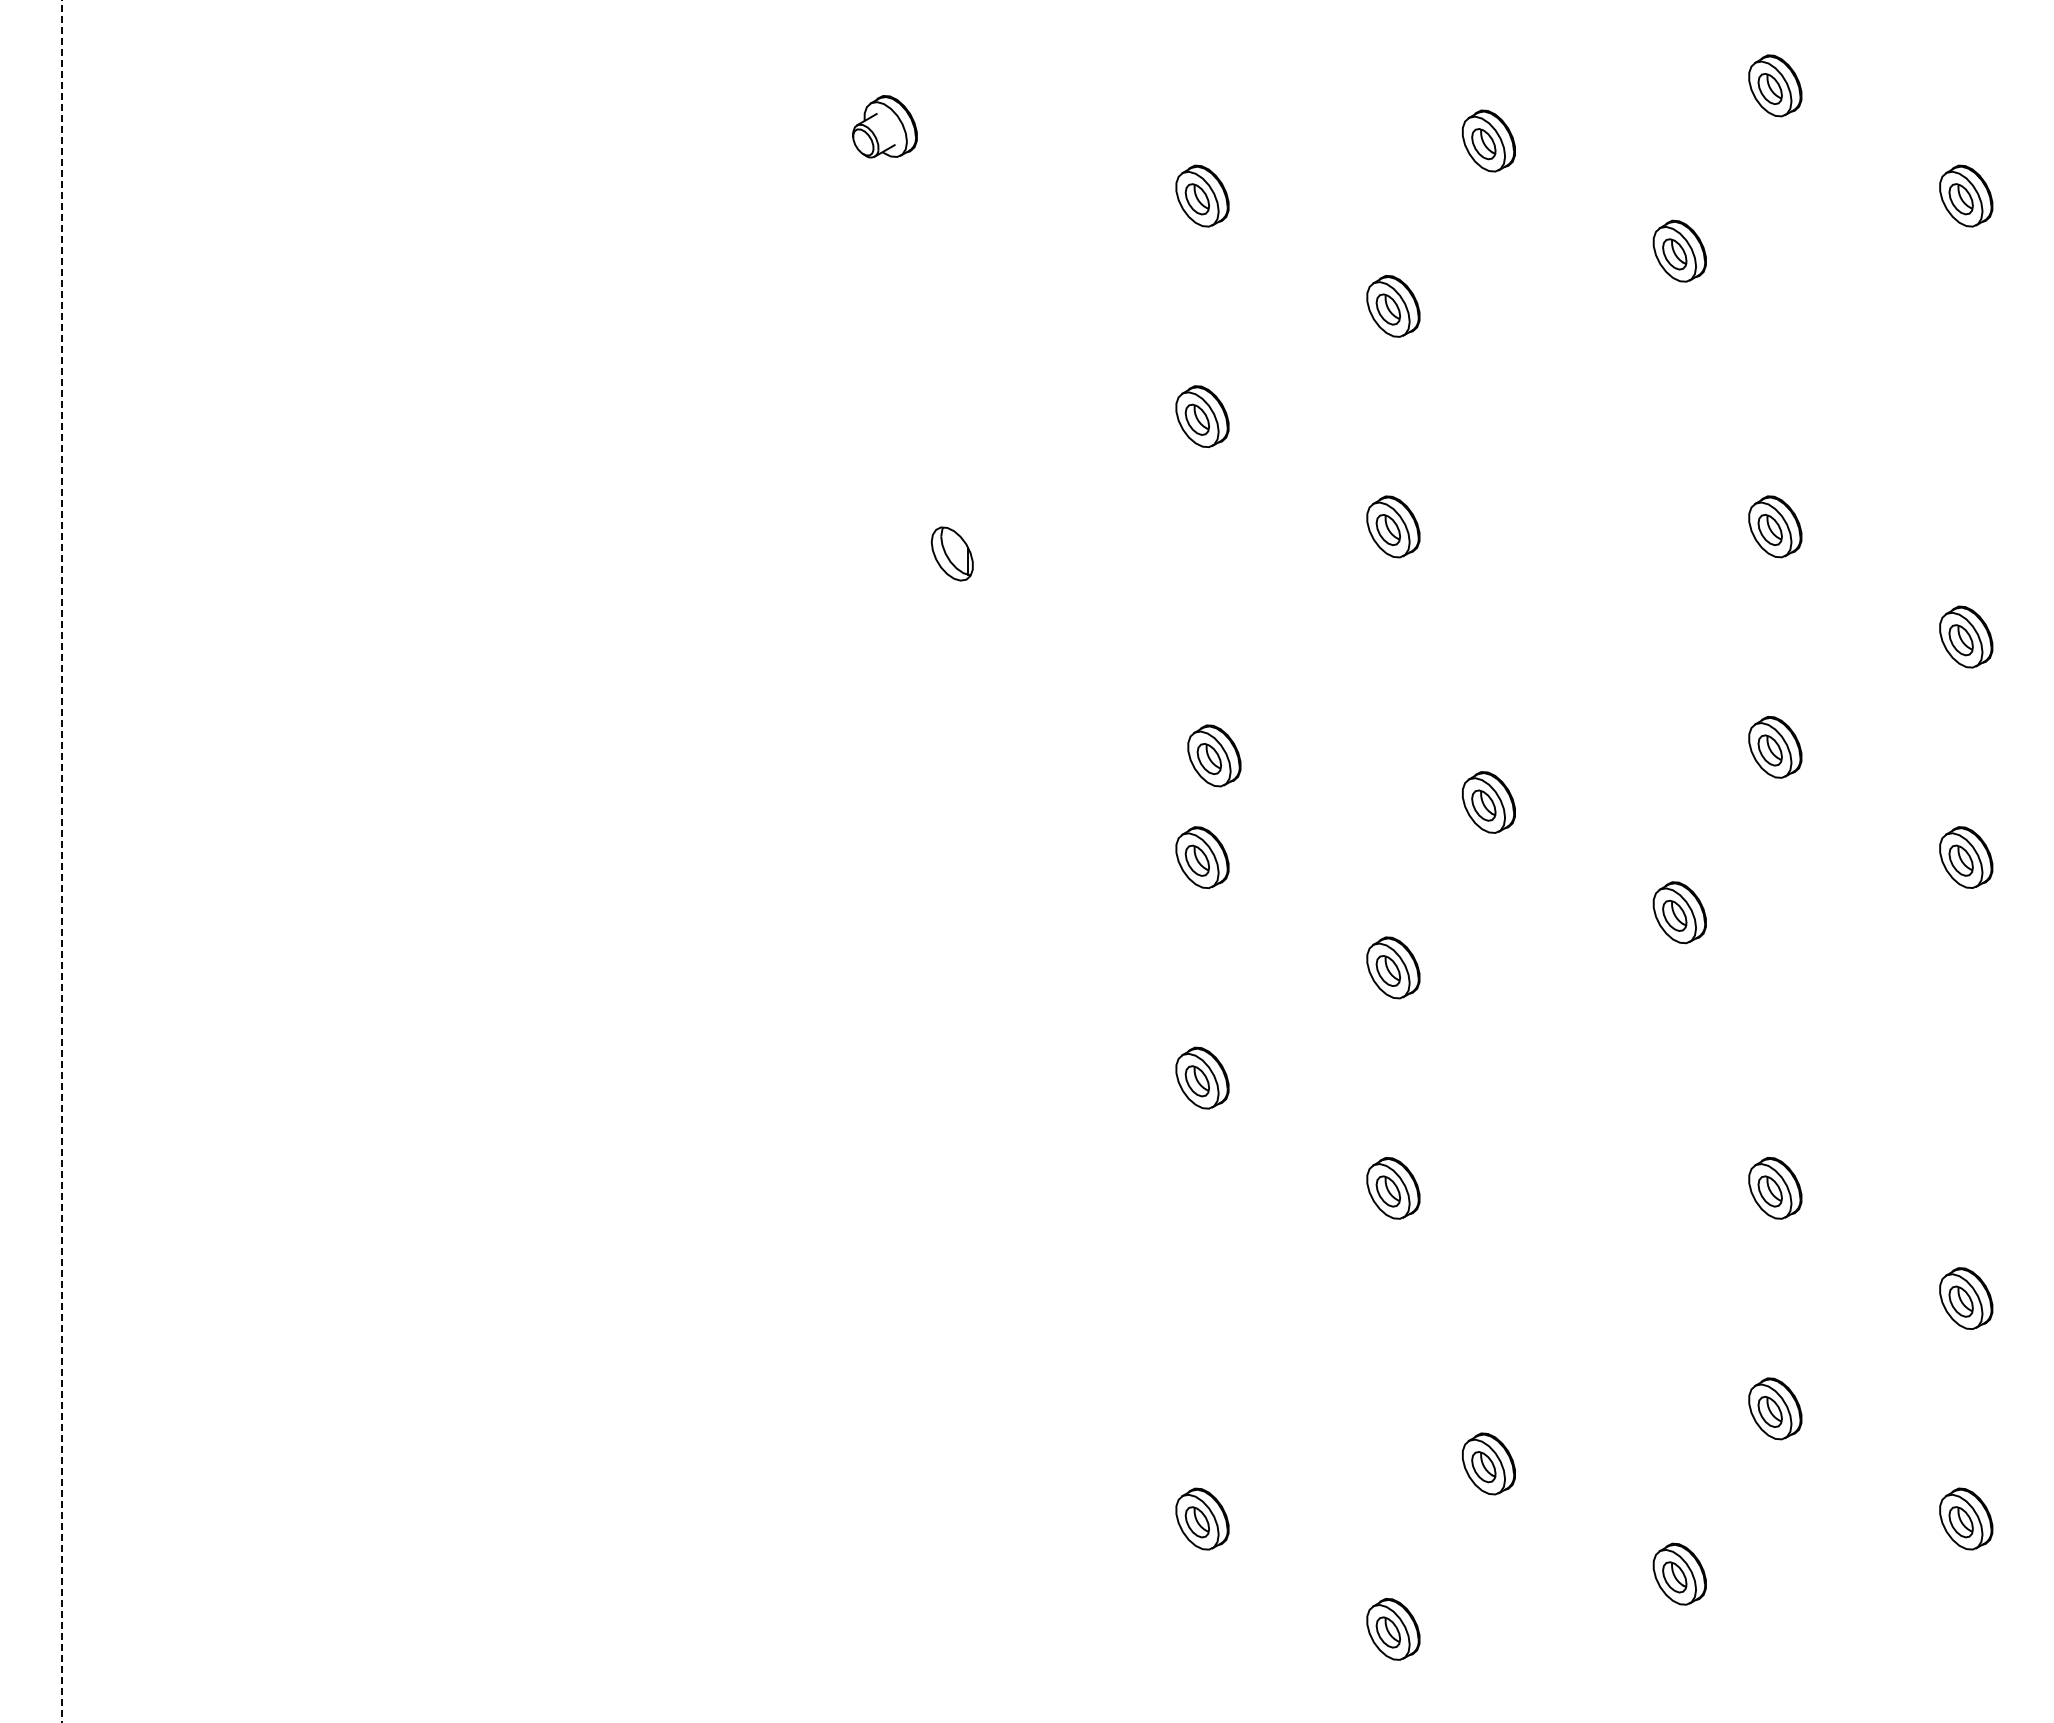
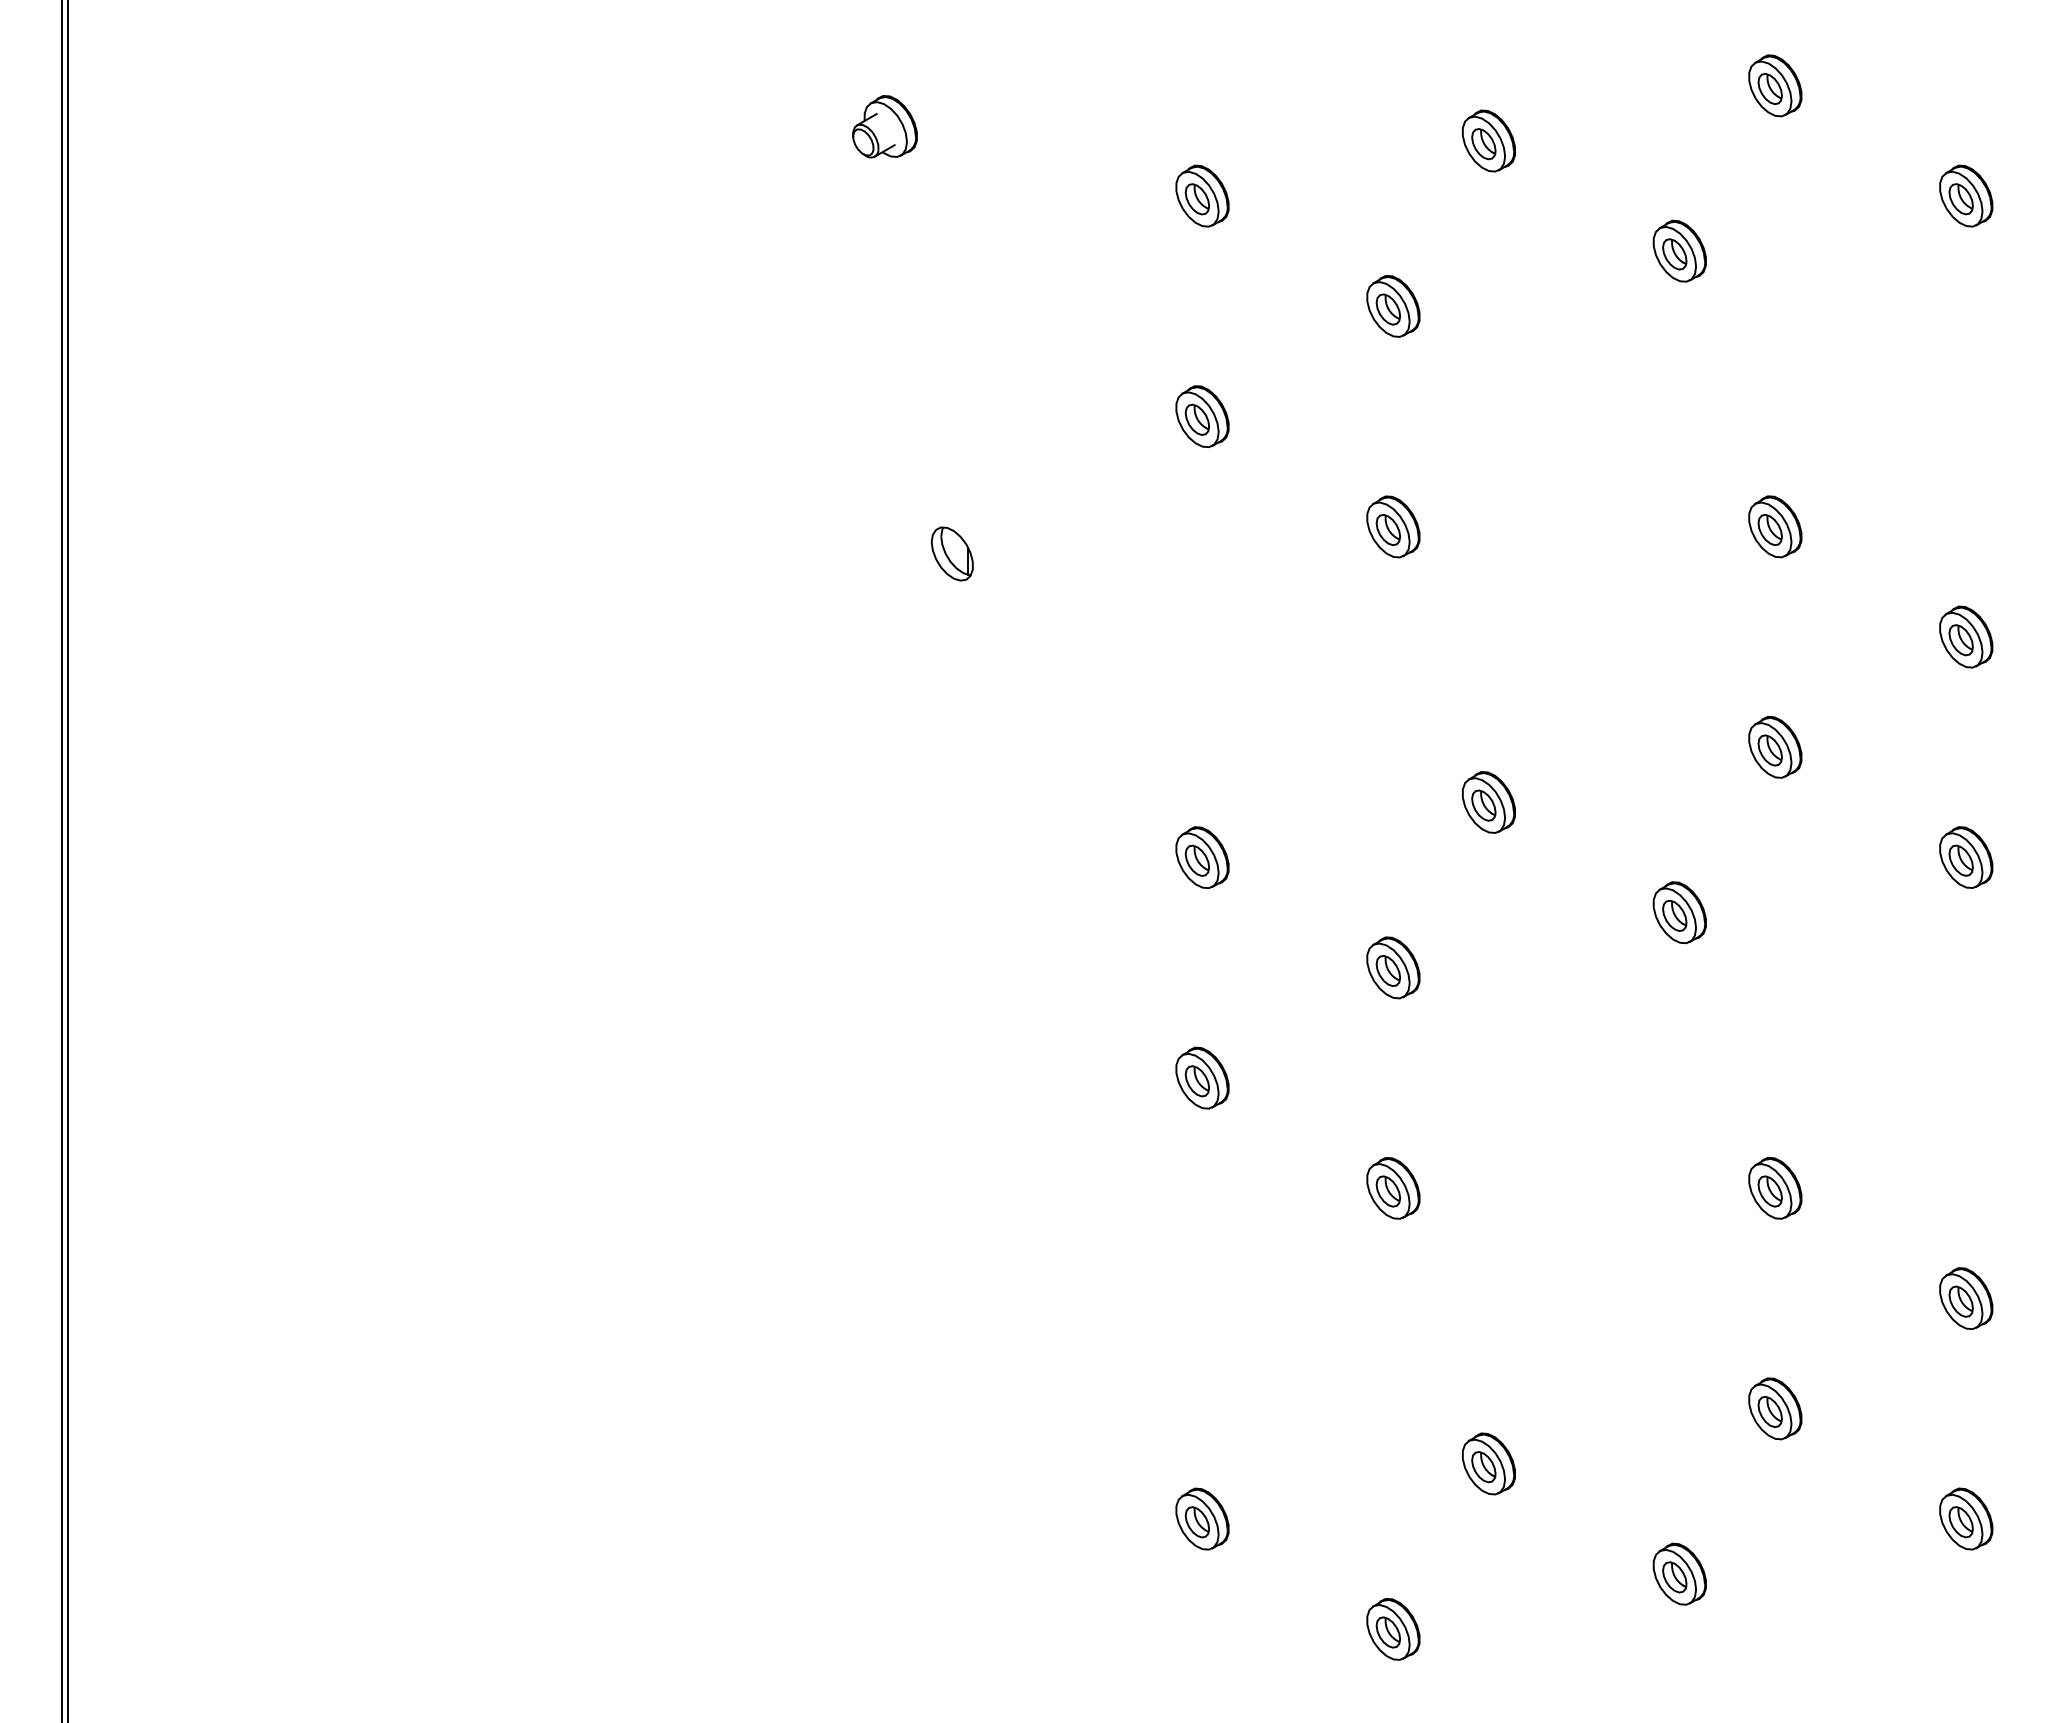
part at (1214, 755): present -> none
line at (68, 860): none -> present
line at (61, 862): dashed -> solid
